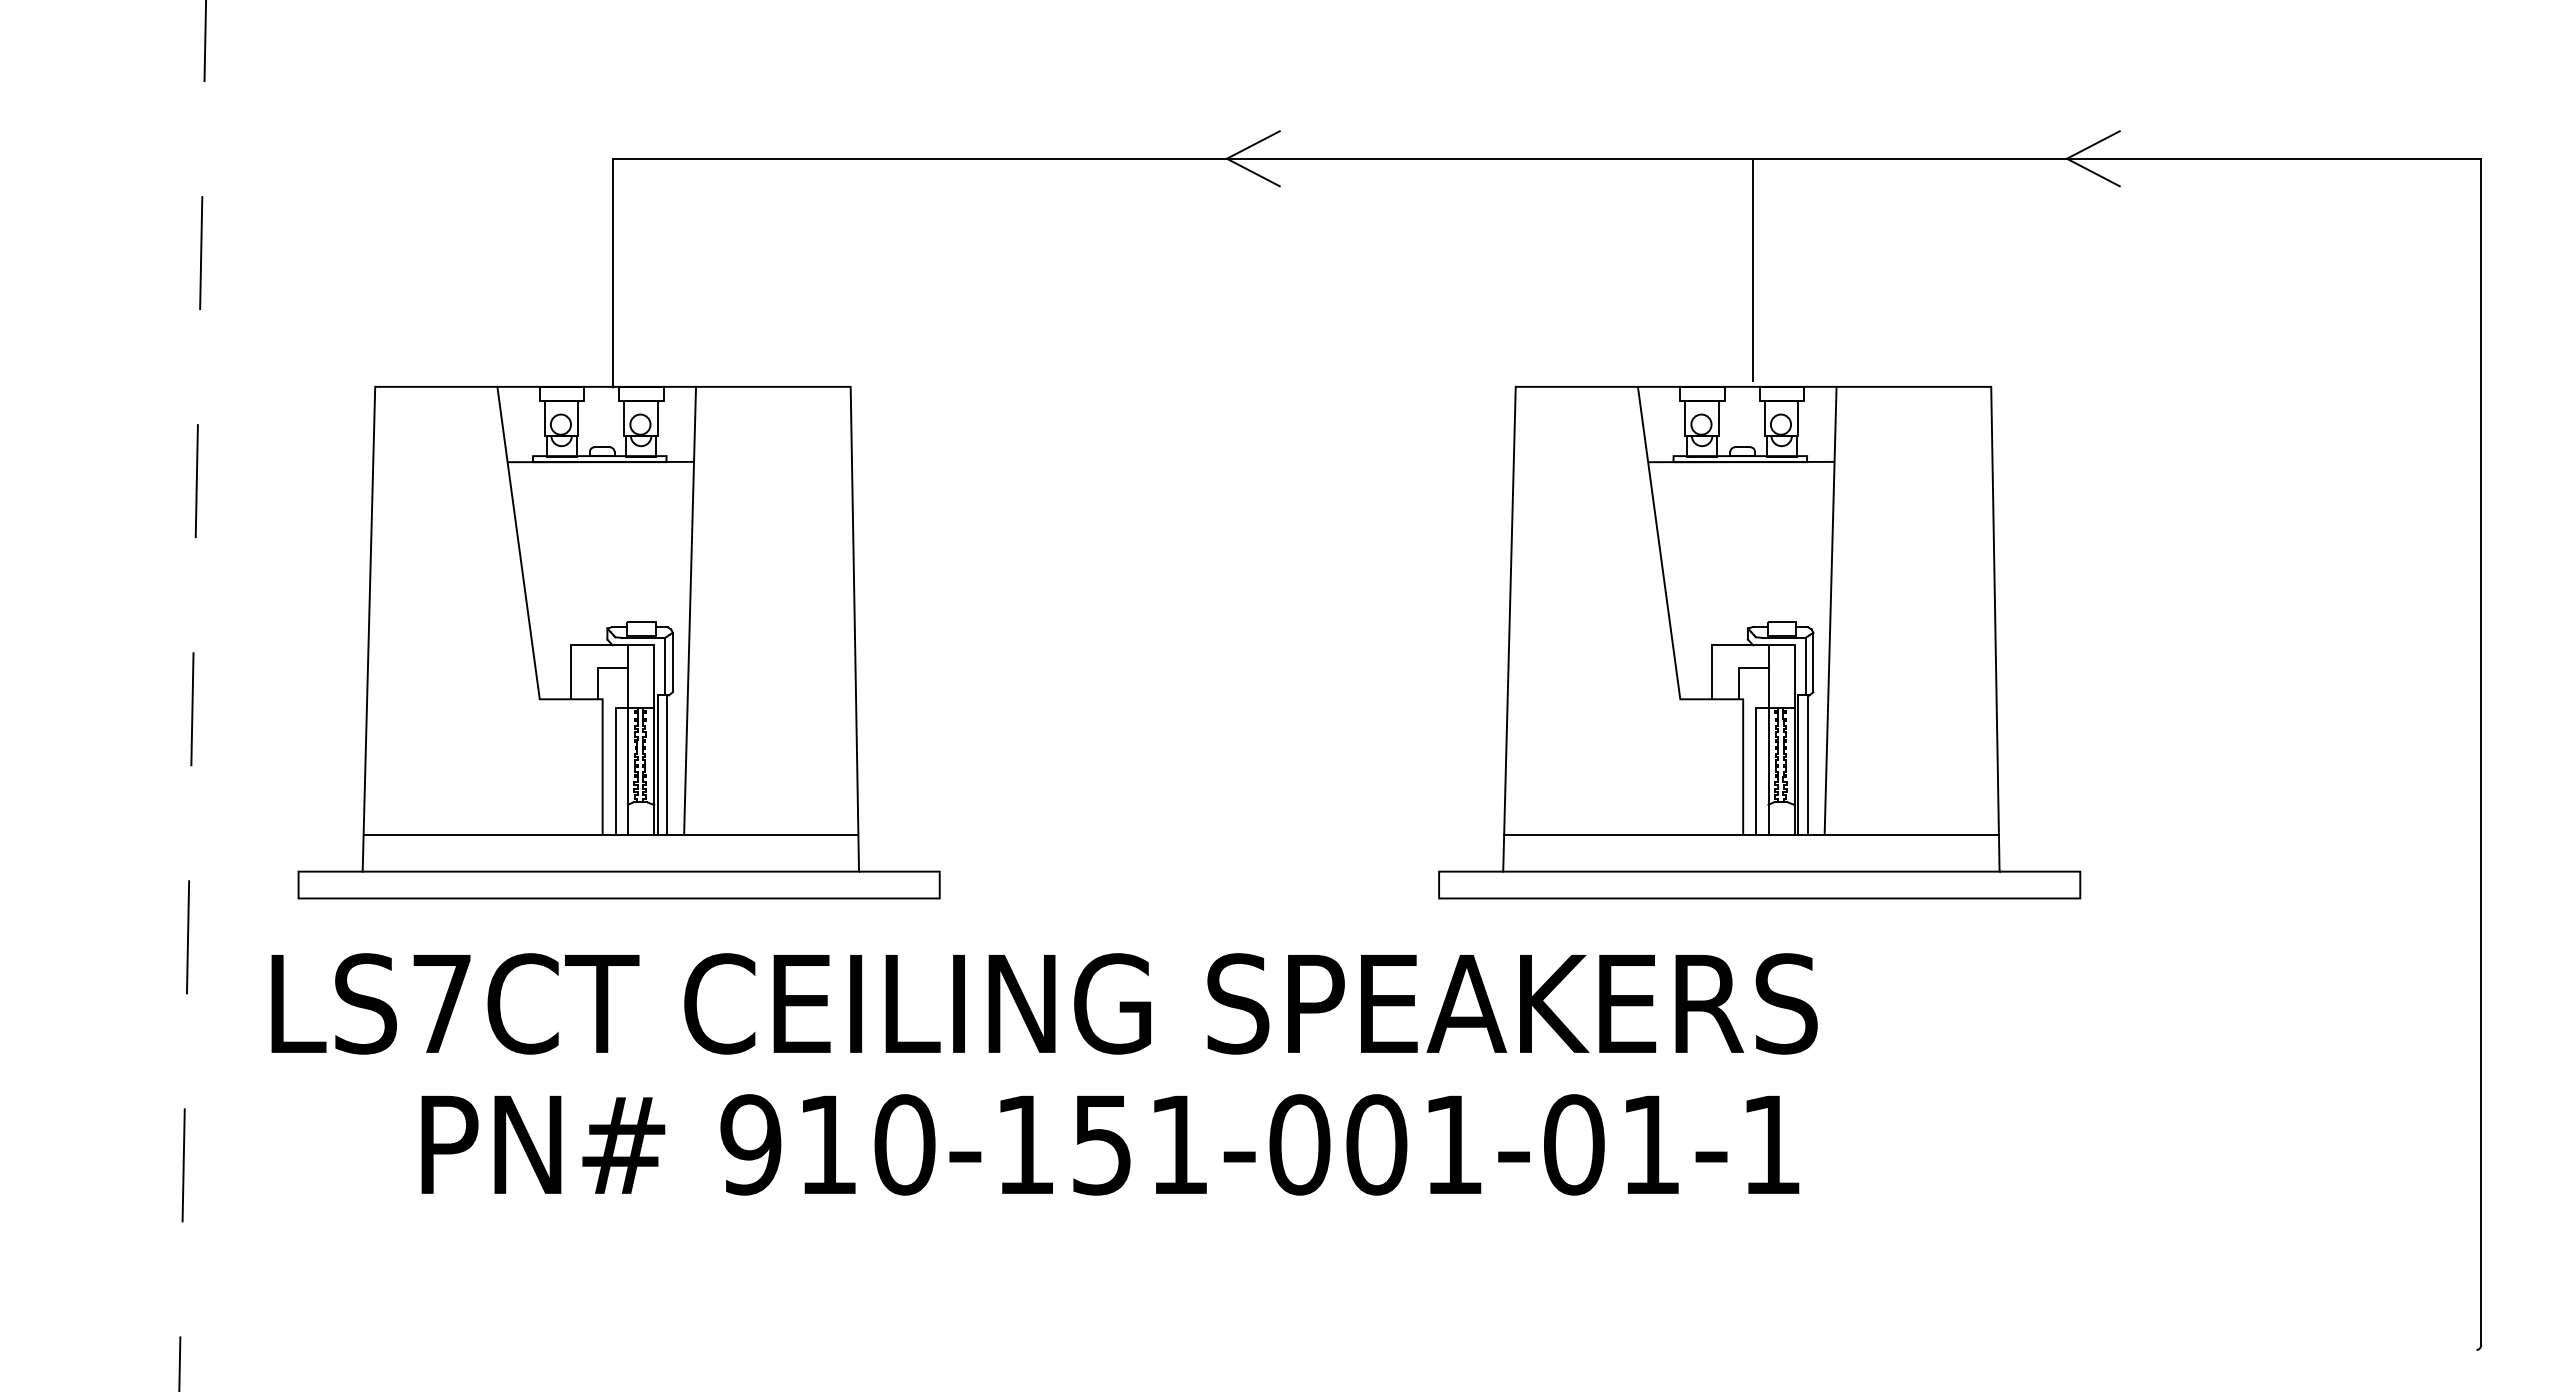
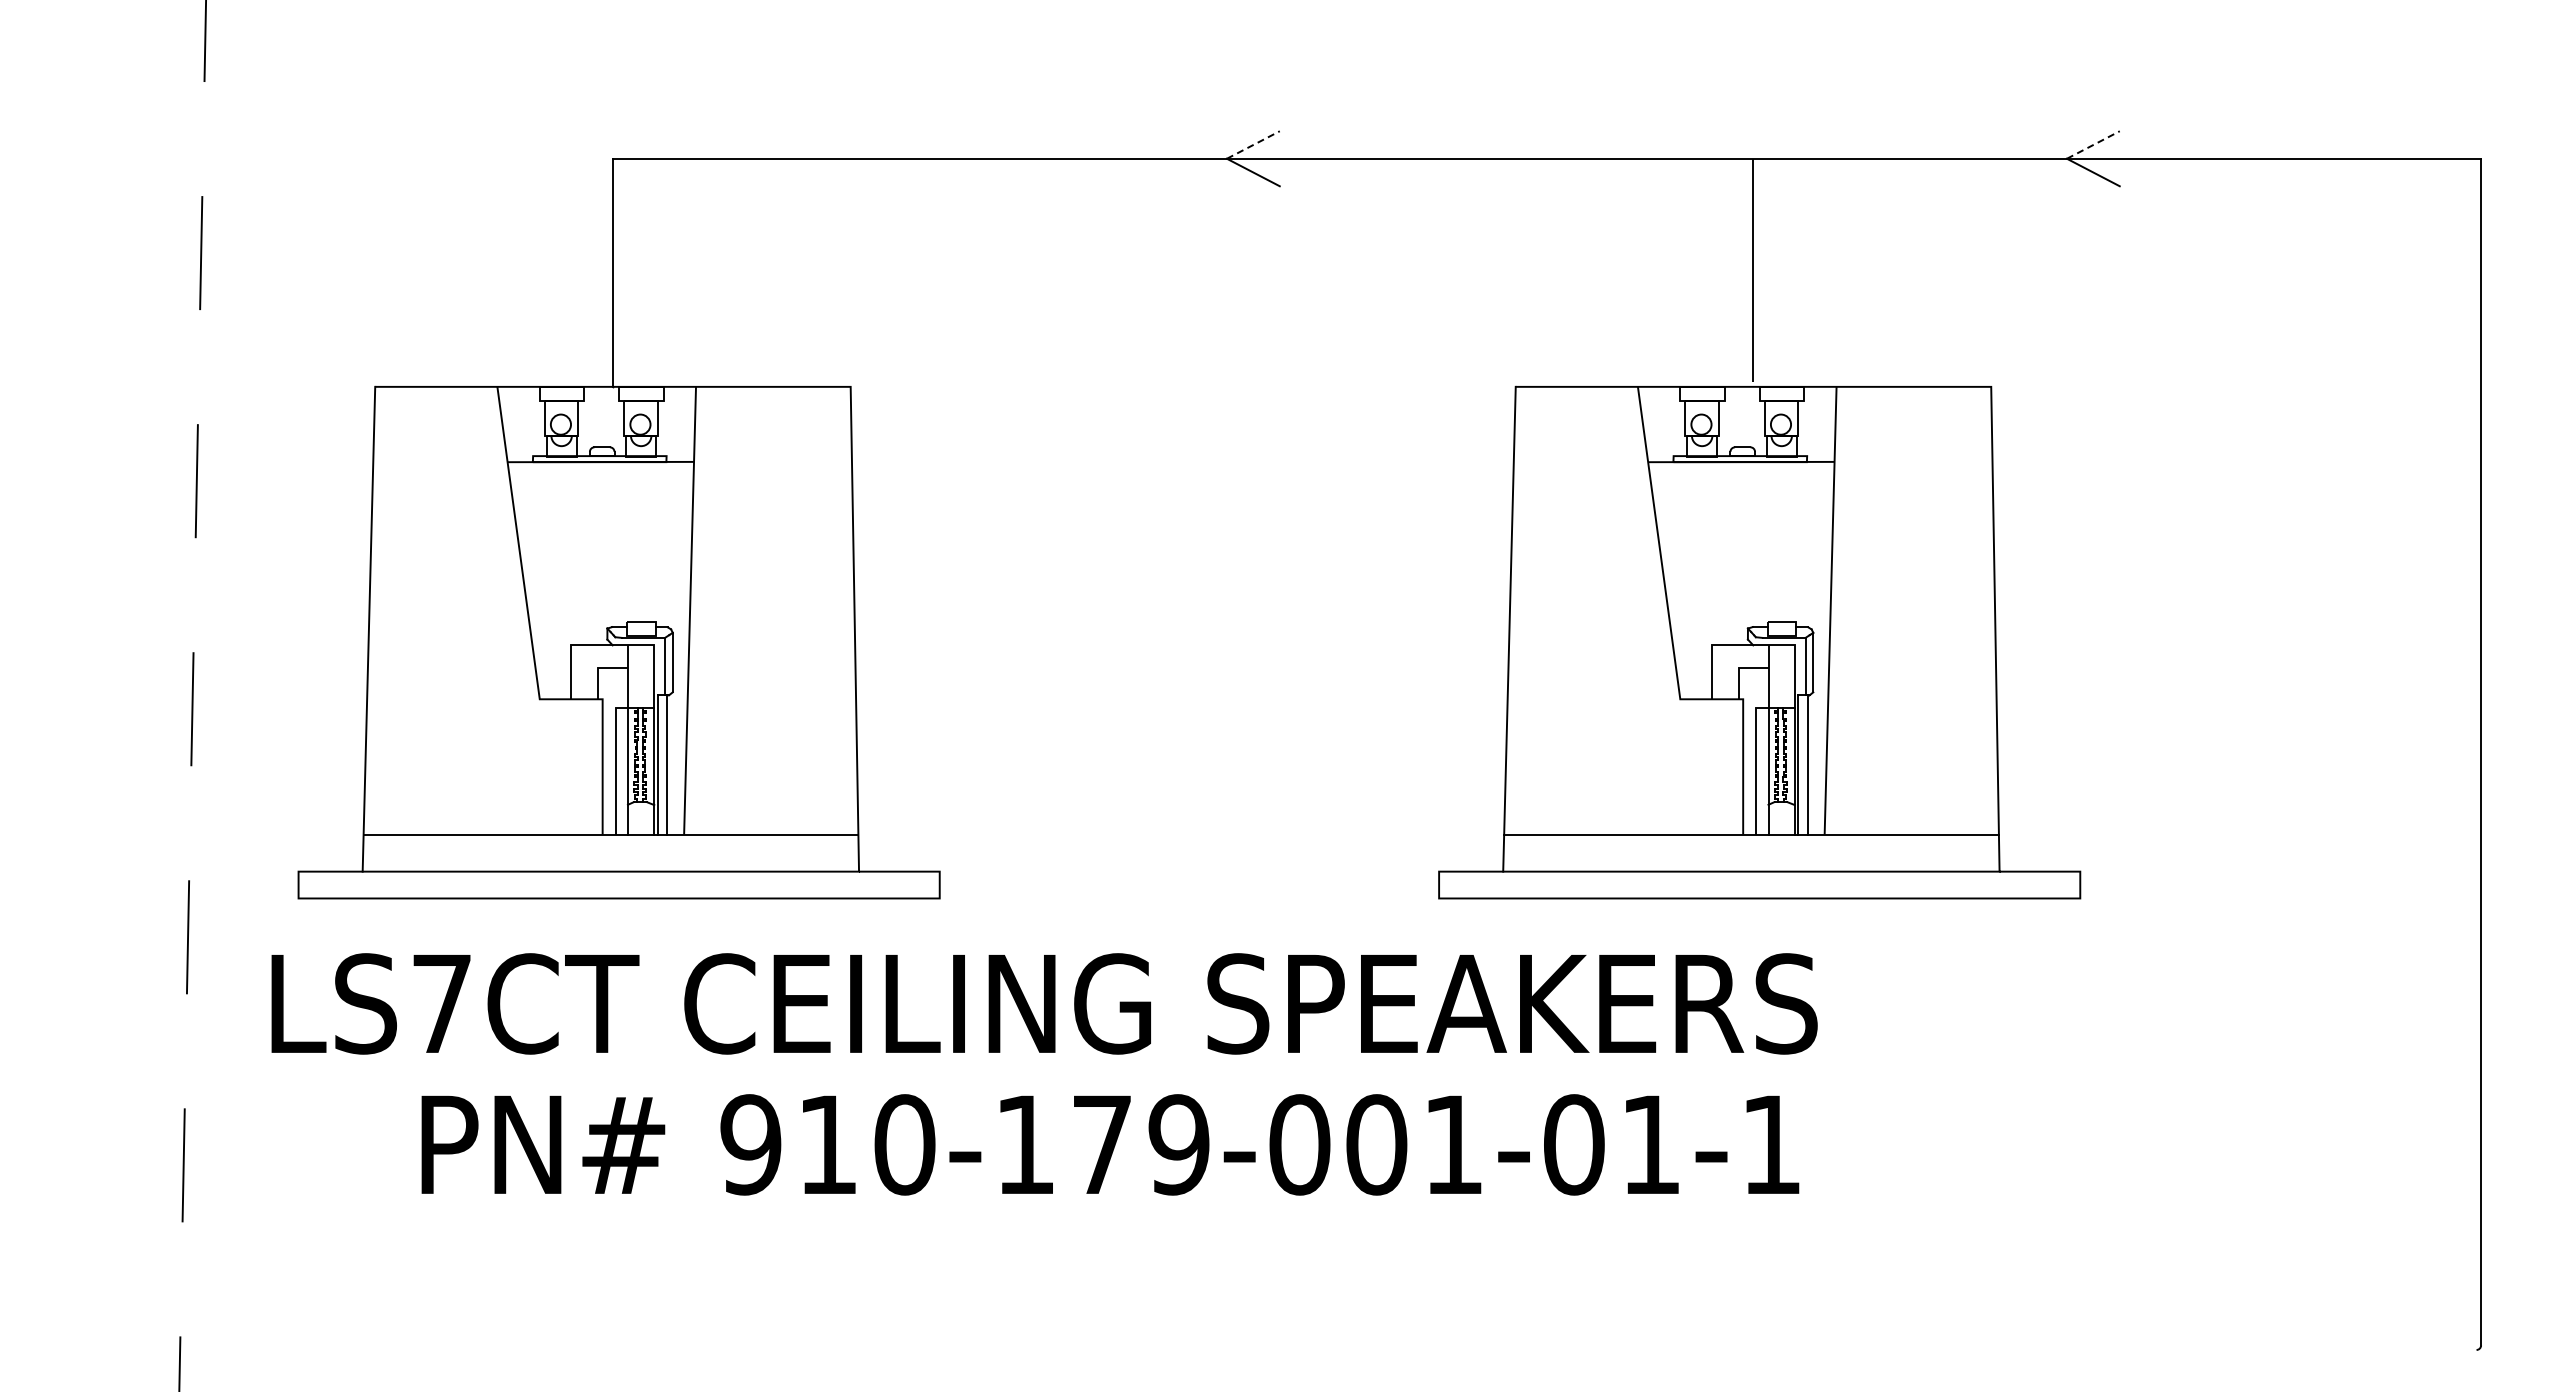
line at (1253, 145): solid -> dashed
line at (2093, 145): solid -> dashed
text at (1141, 1144): 910-151-001-01-1 -> 910-179-001-01-1
